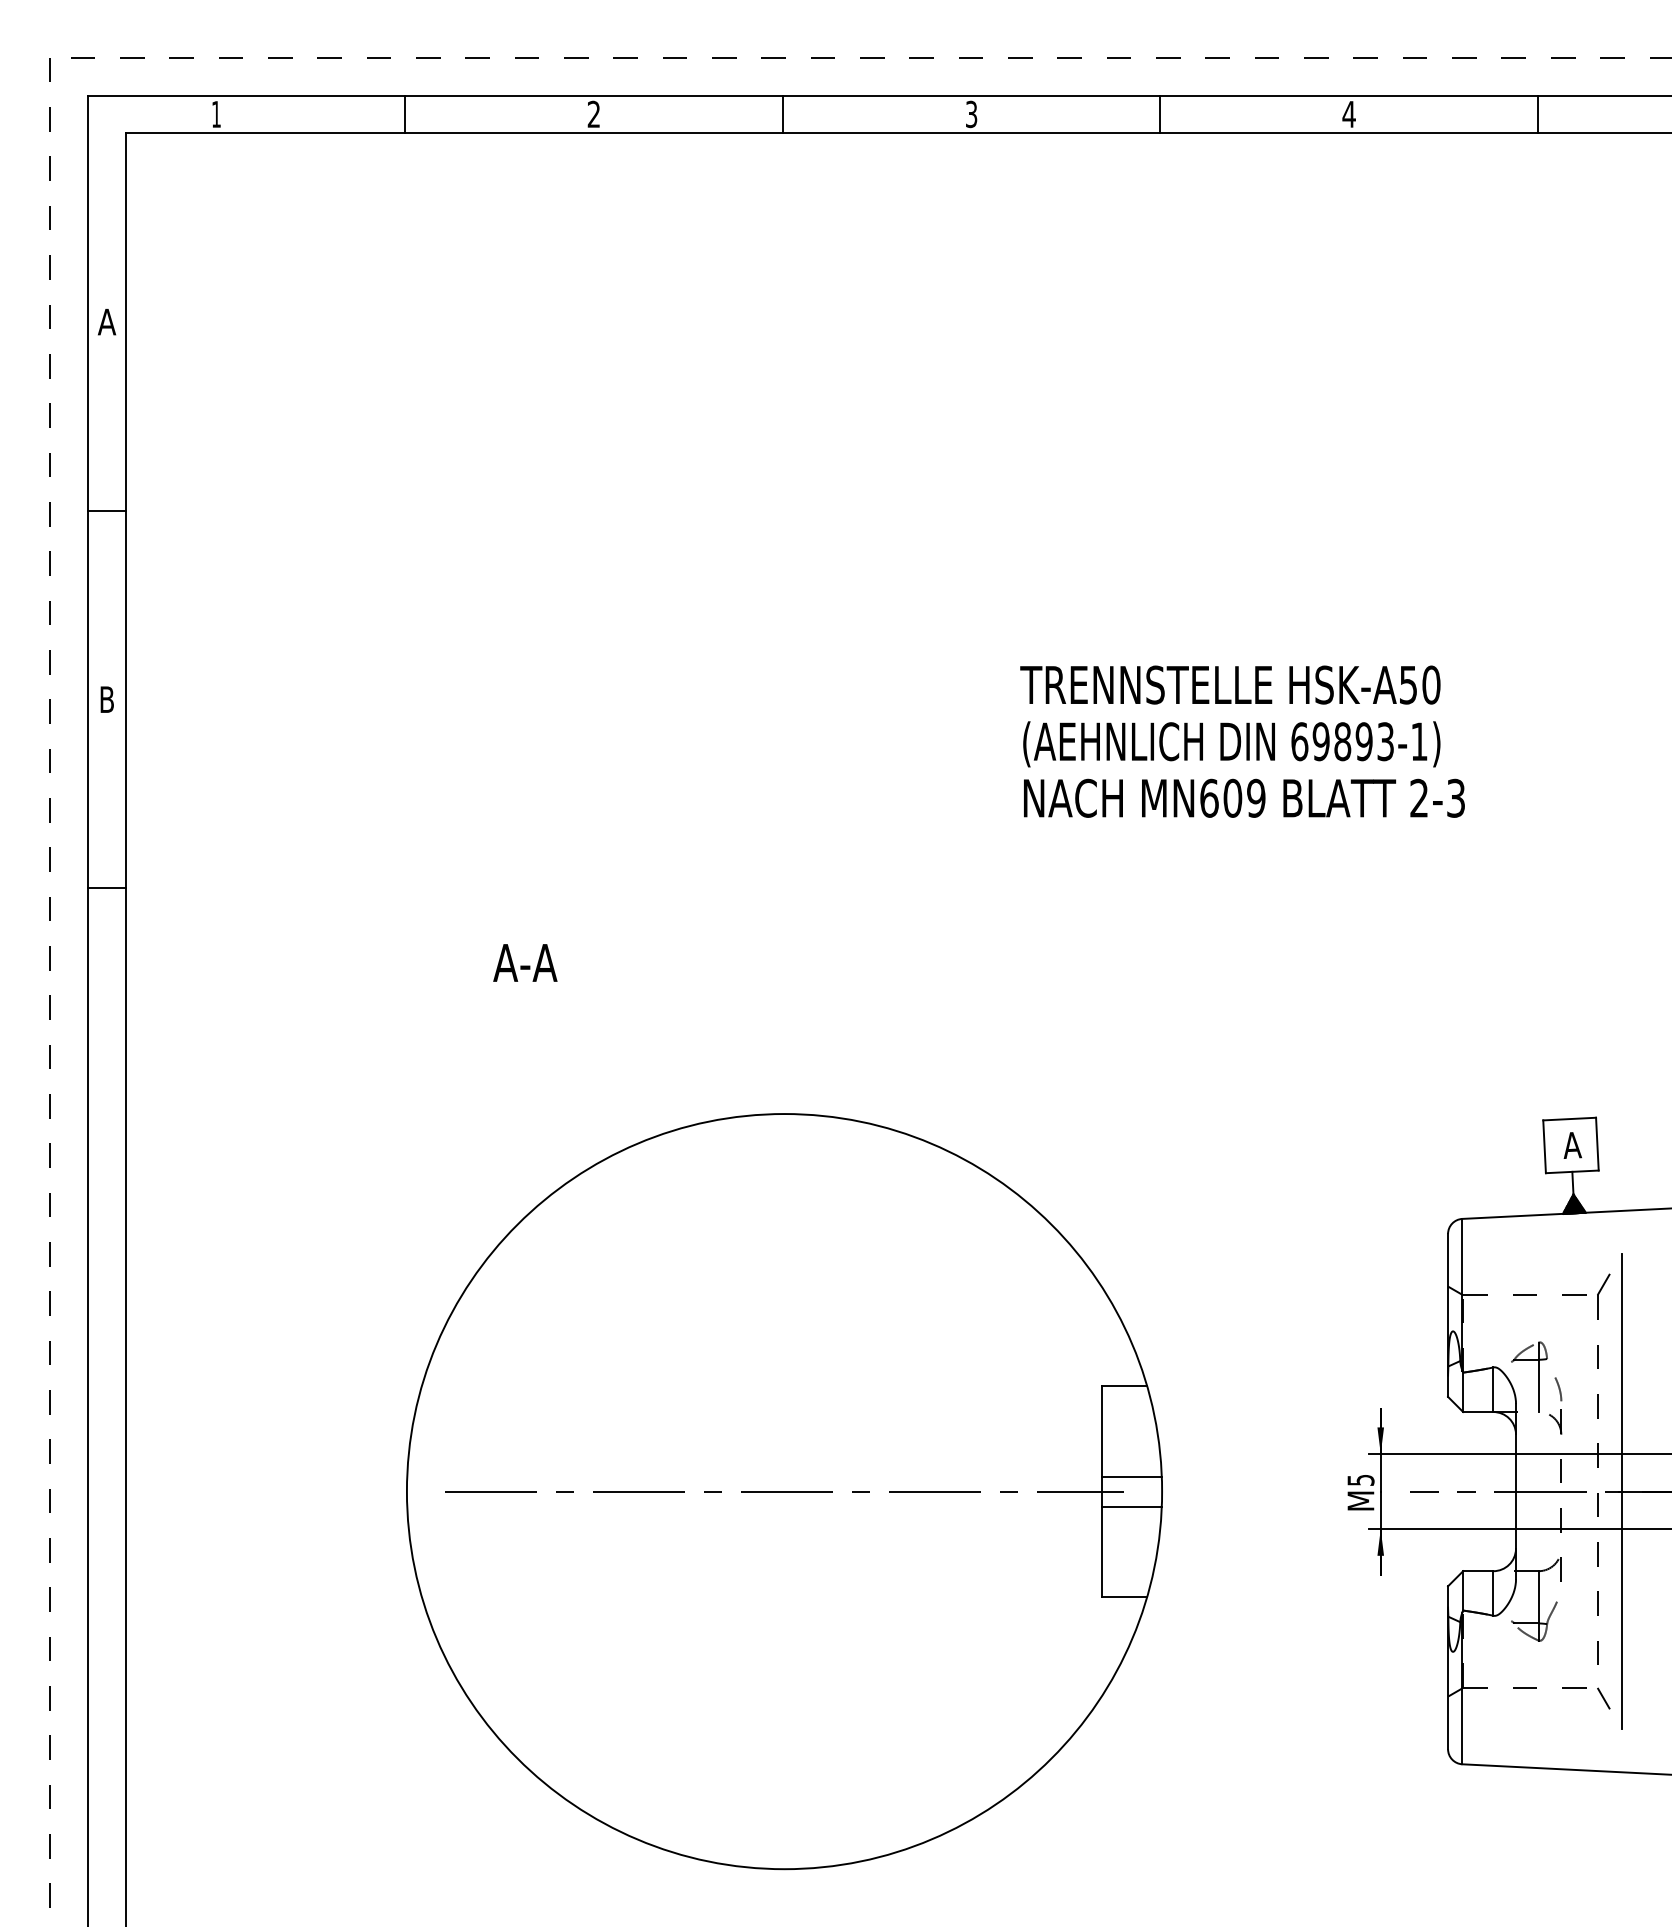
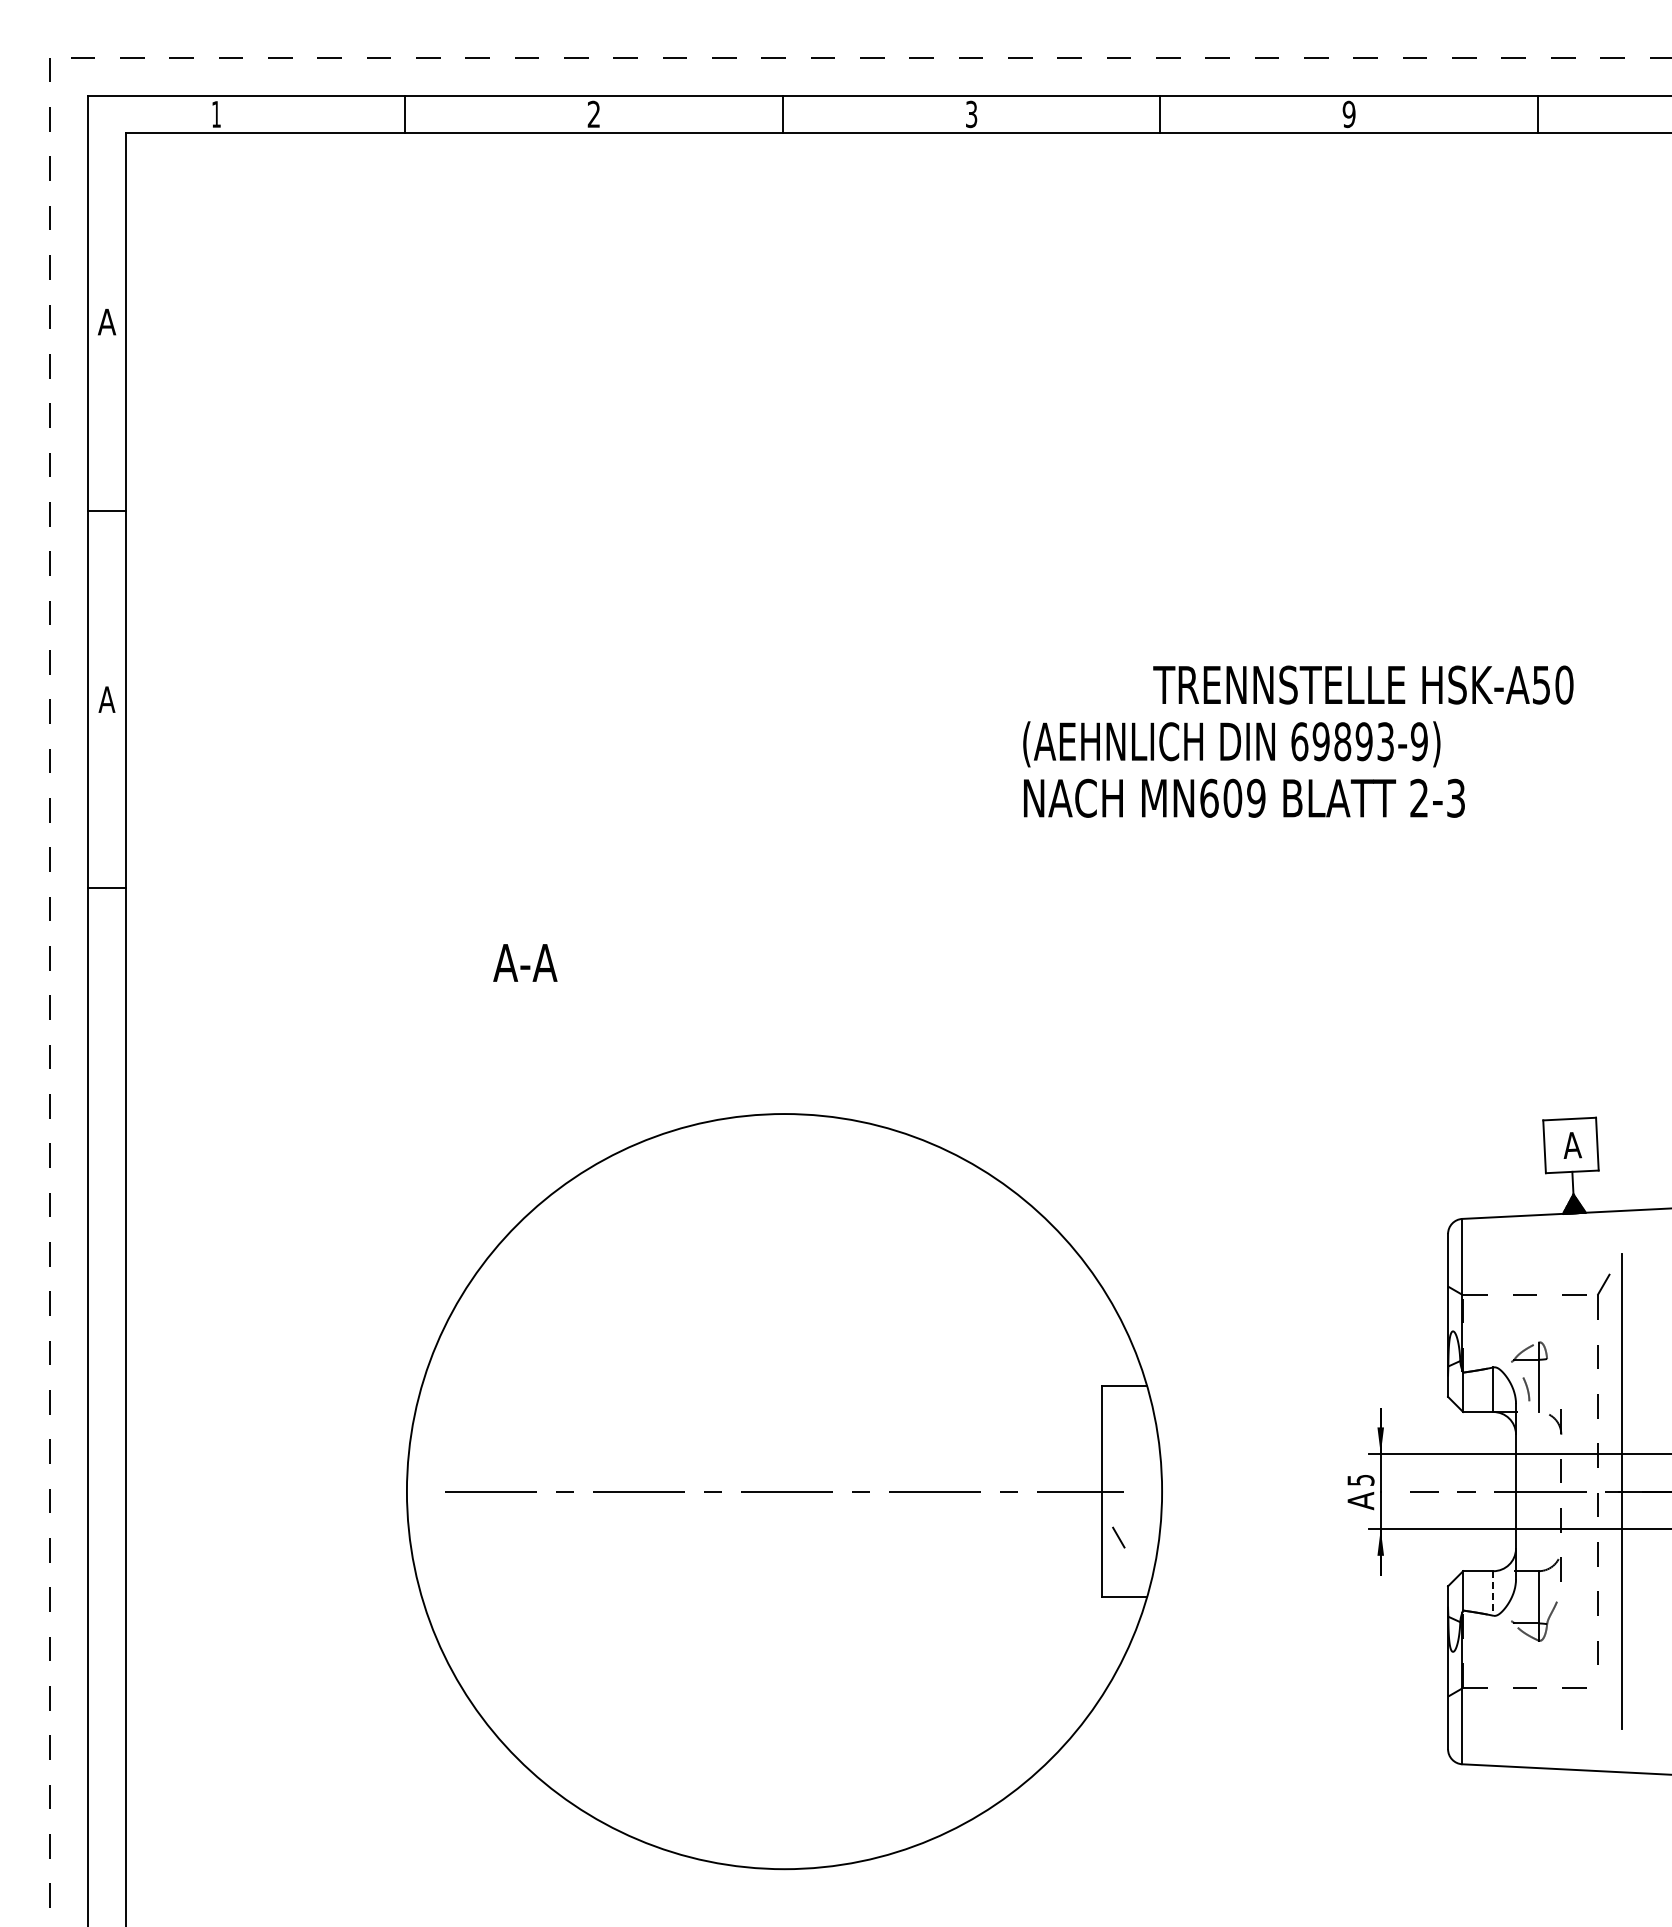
text at (1348, 114): 4 -> 9
text at (1230, 684) position: (1230, 684) -> (1363, 684)
text at (106, 699): B -> A
text at (1419, 741): 69893-1) -> 69893-9)
curve at (1558, 1389) position: (1558, 1389) -> (1526, 1389)
line at (1131, 1476): present -> none
text at (1360, 1500): M -> A
line at (1131, 1506): present -> none
line at (1493, 1593): solid -> dashed
line at (1603, 1698) position: (1603, 1698) -> (1118, 1537)
